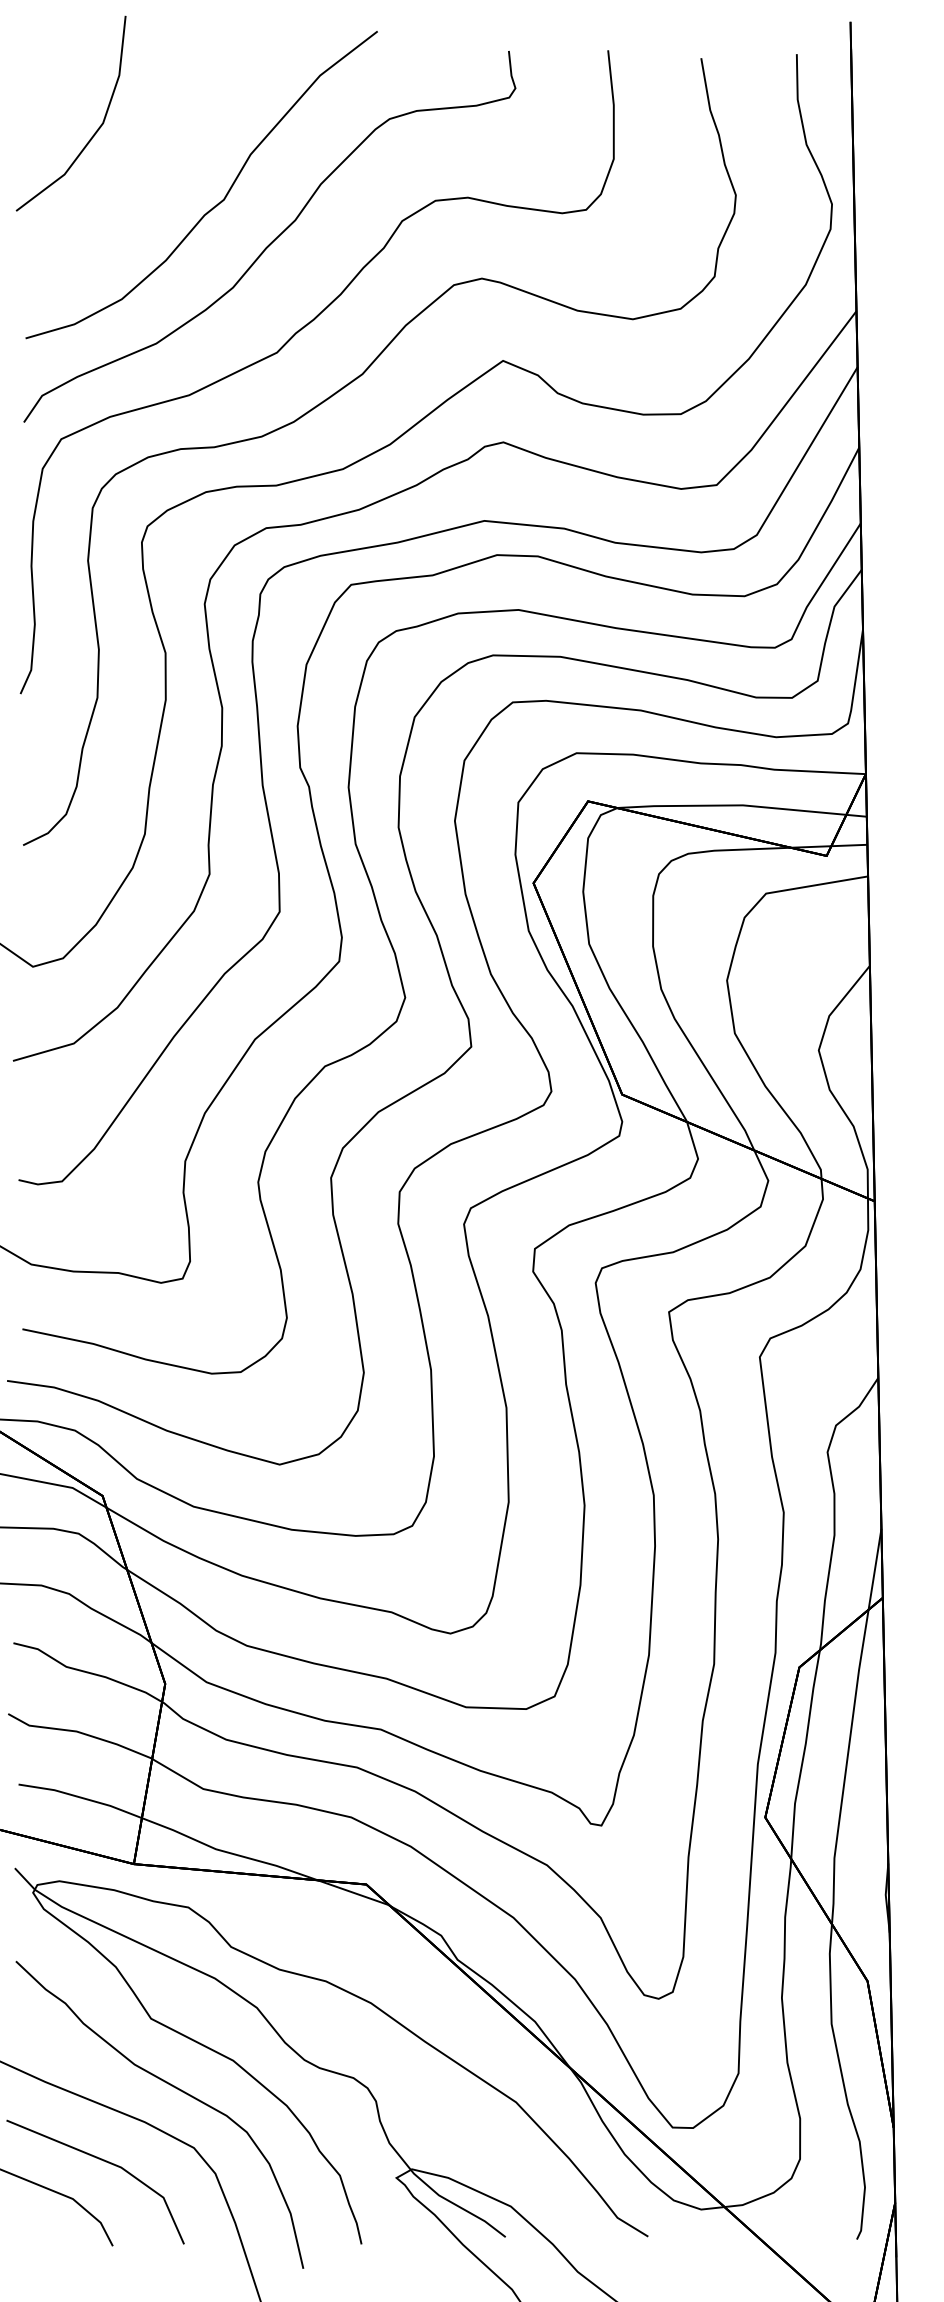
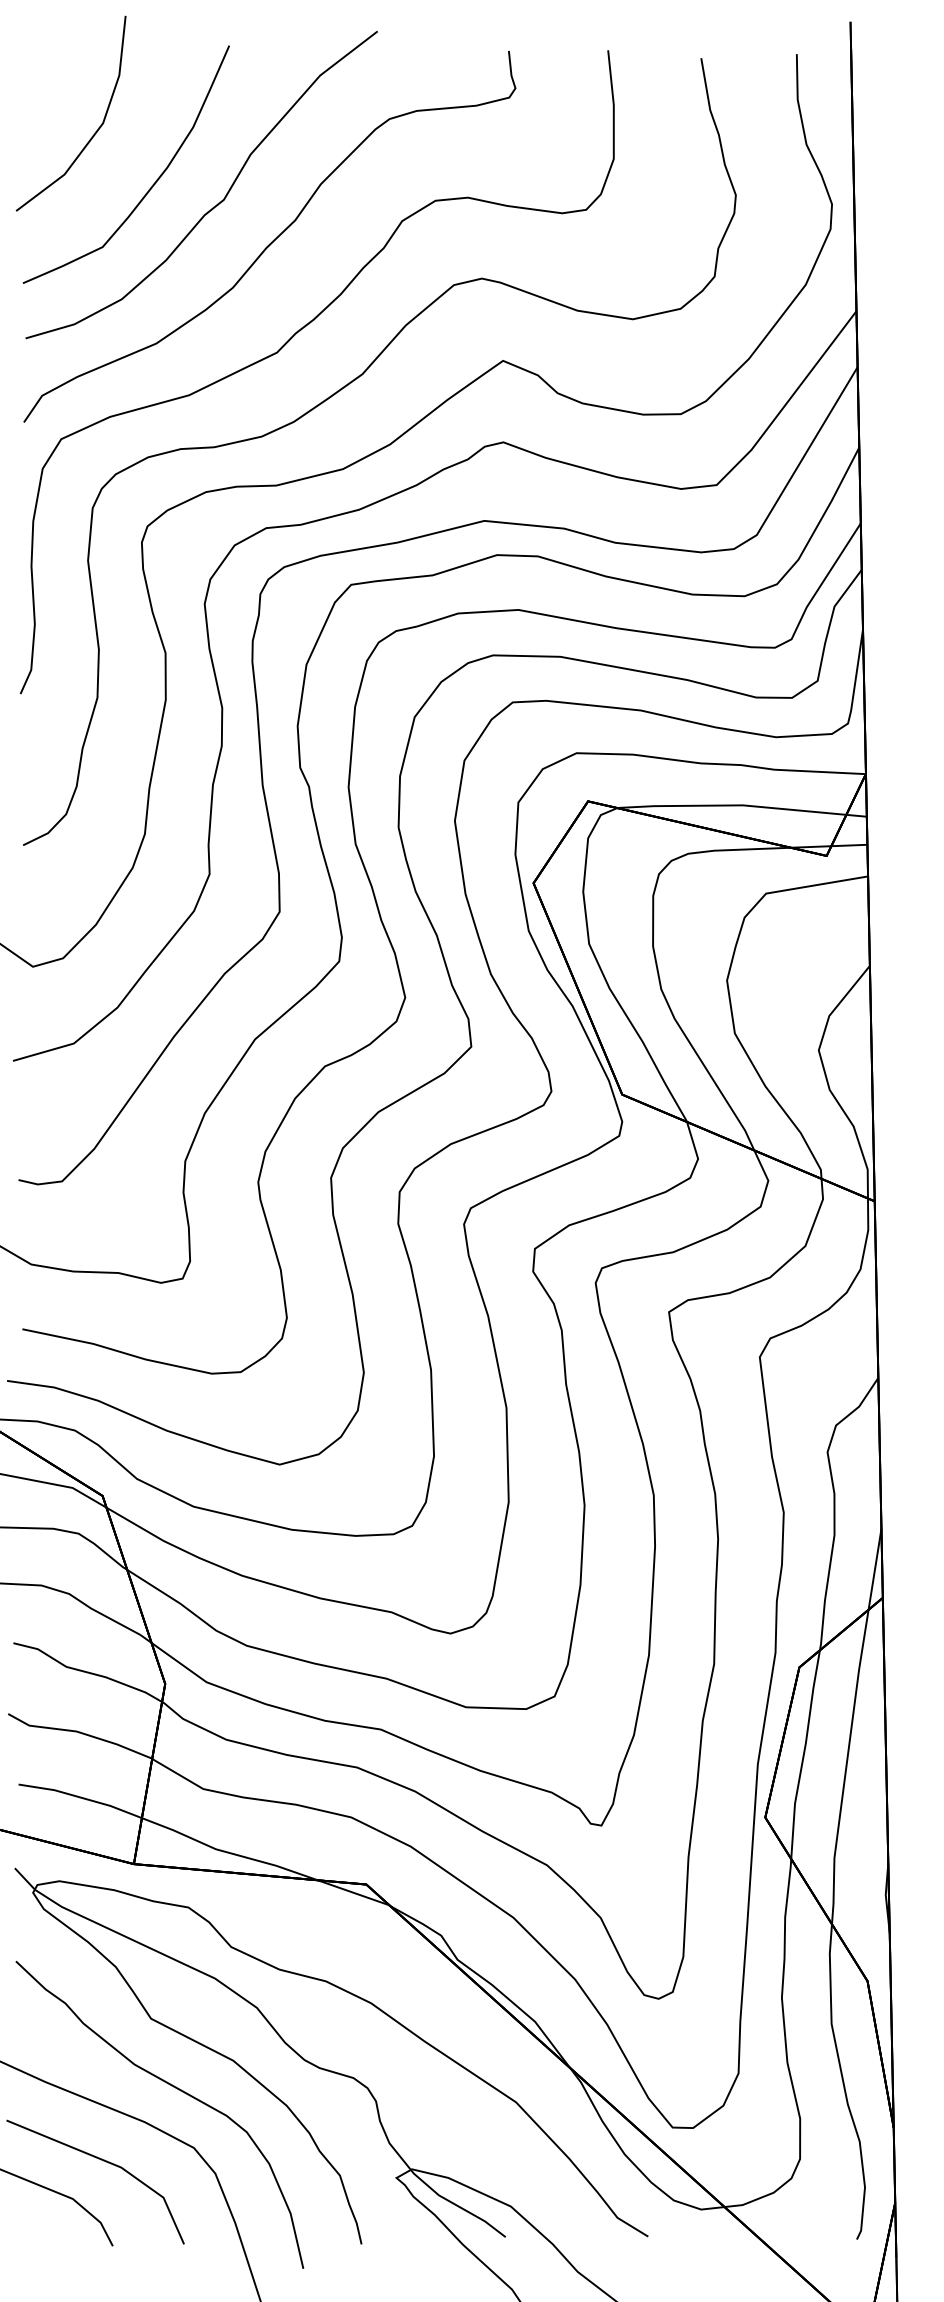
part at (152, 184): none -> present
